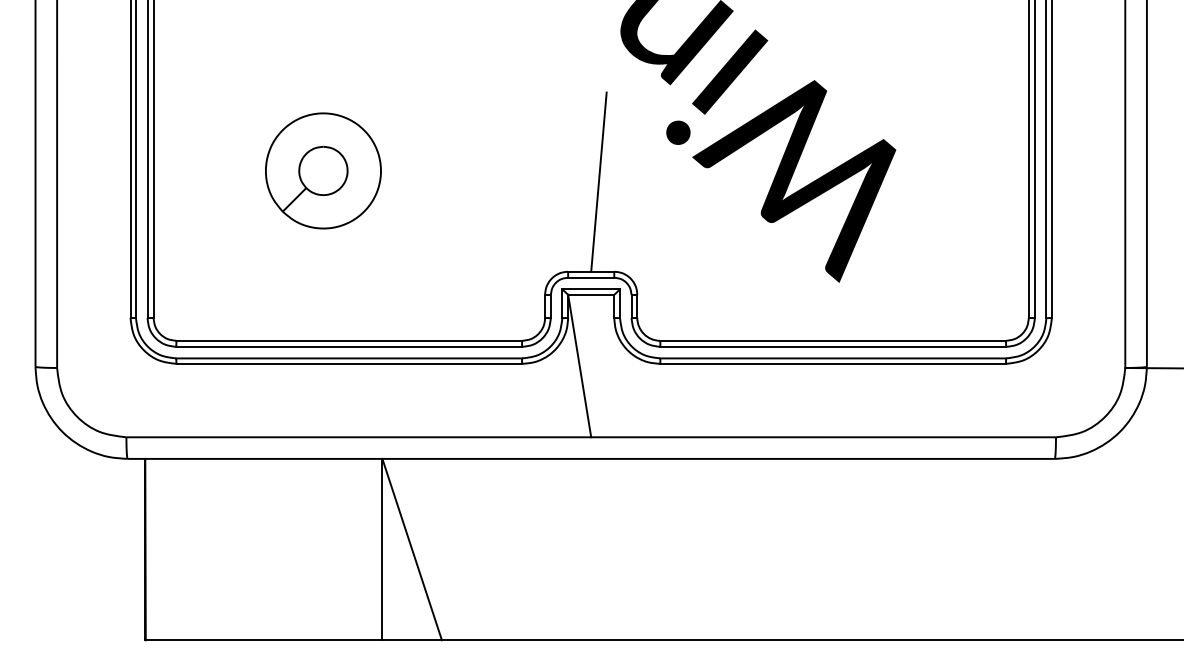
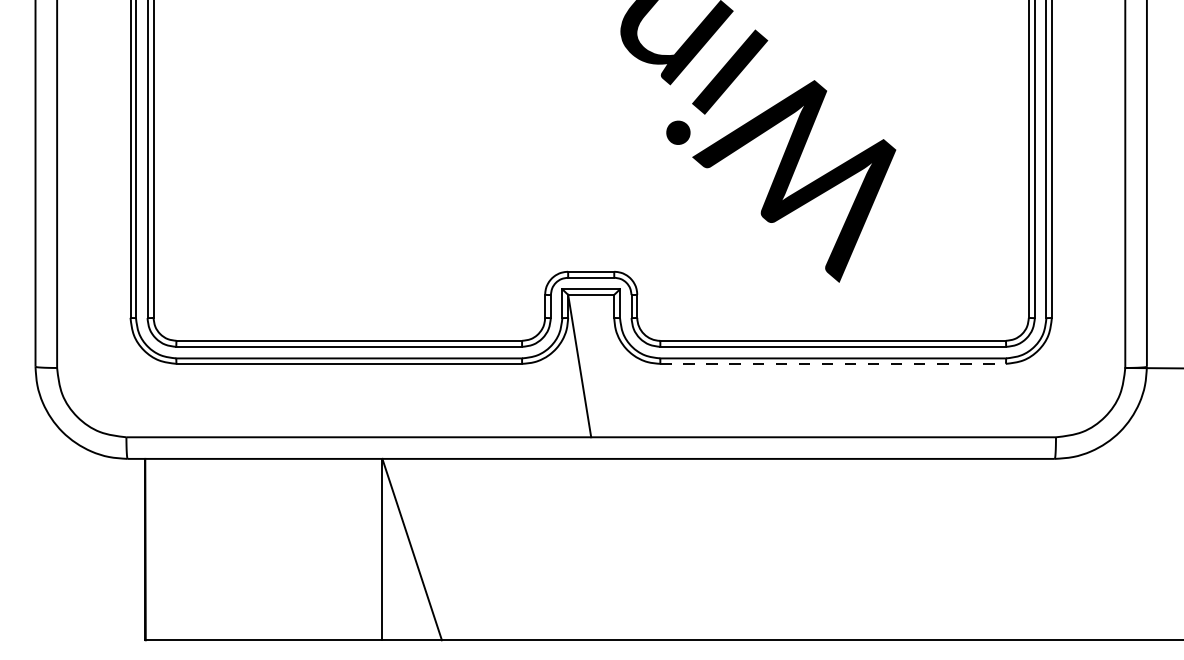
part at (323, 170): present -> none
line at (598, 181): present -> none
line at (833, 363): solid -> dashed
